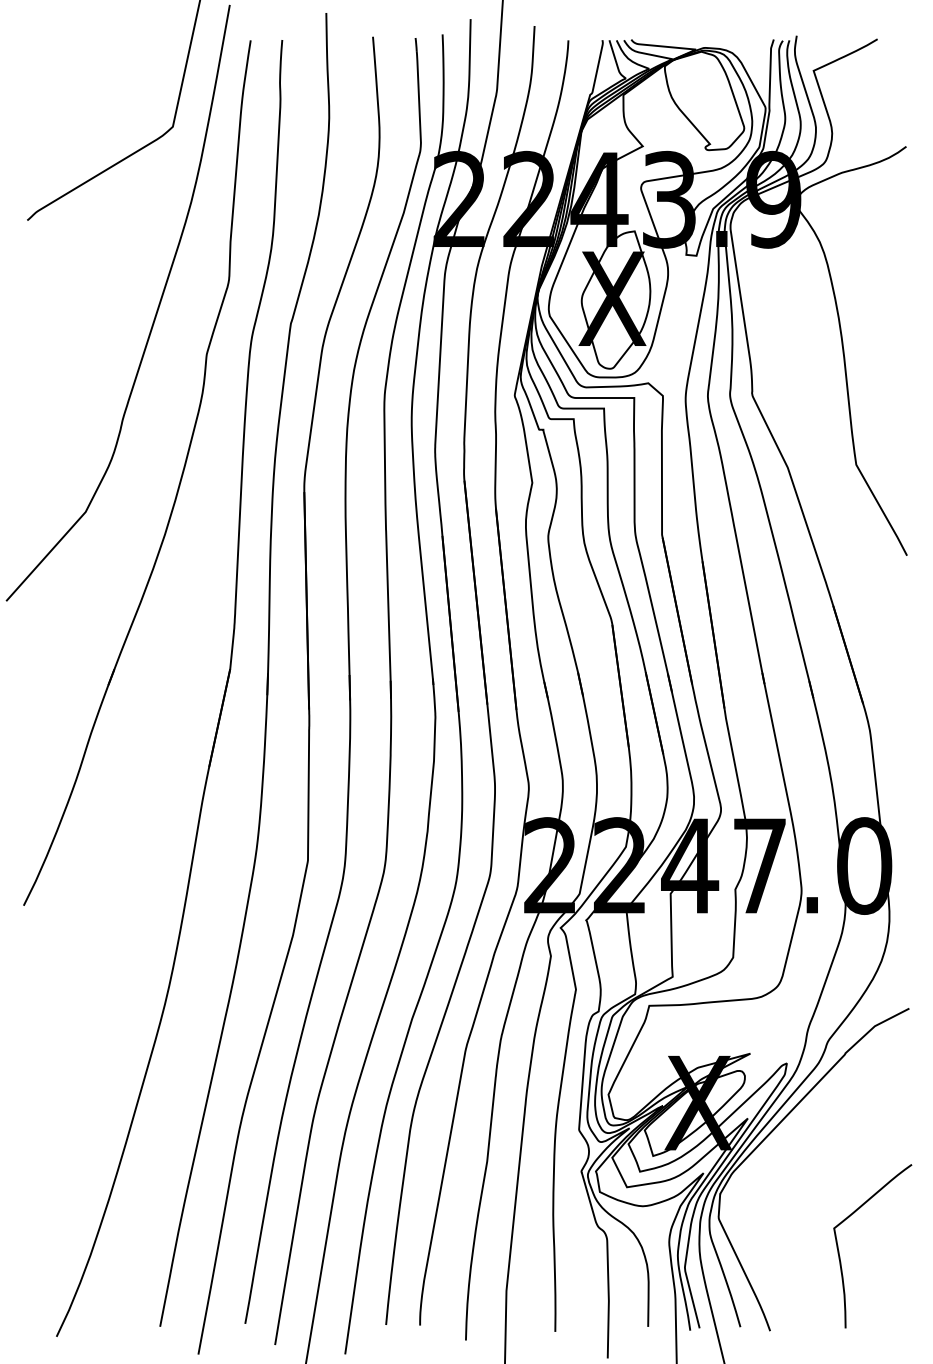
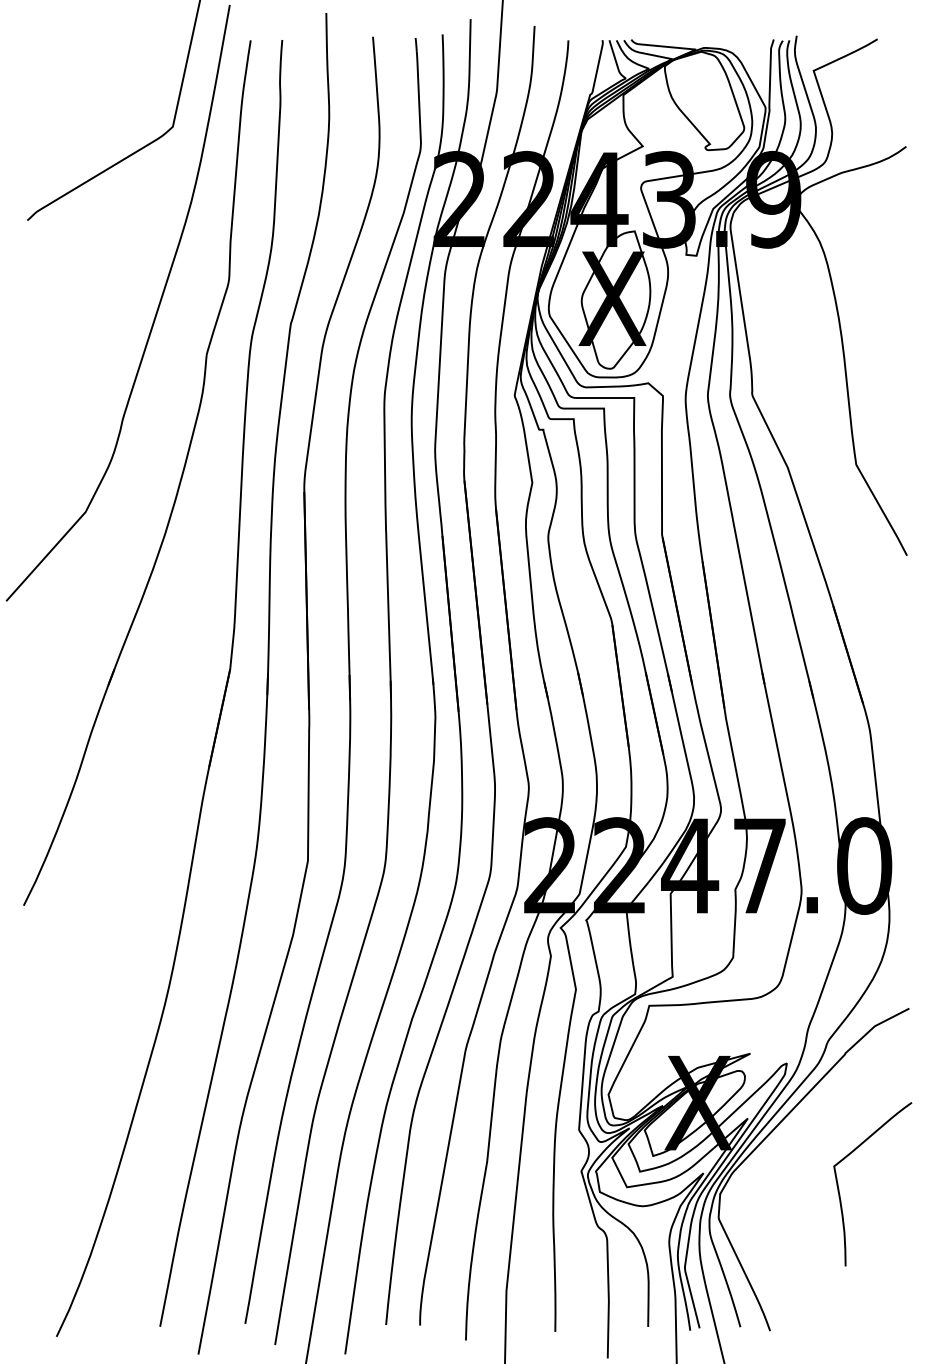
curve at (839, 1250) position: (839, 1250) -> (839, 1188)
